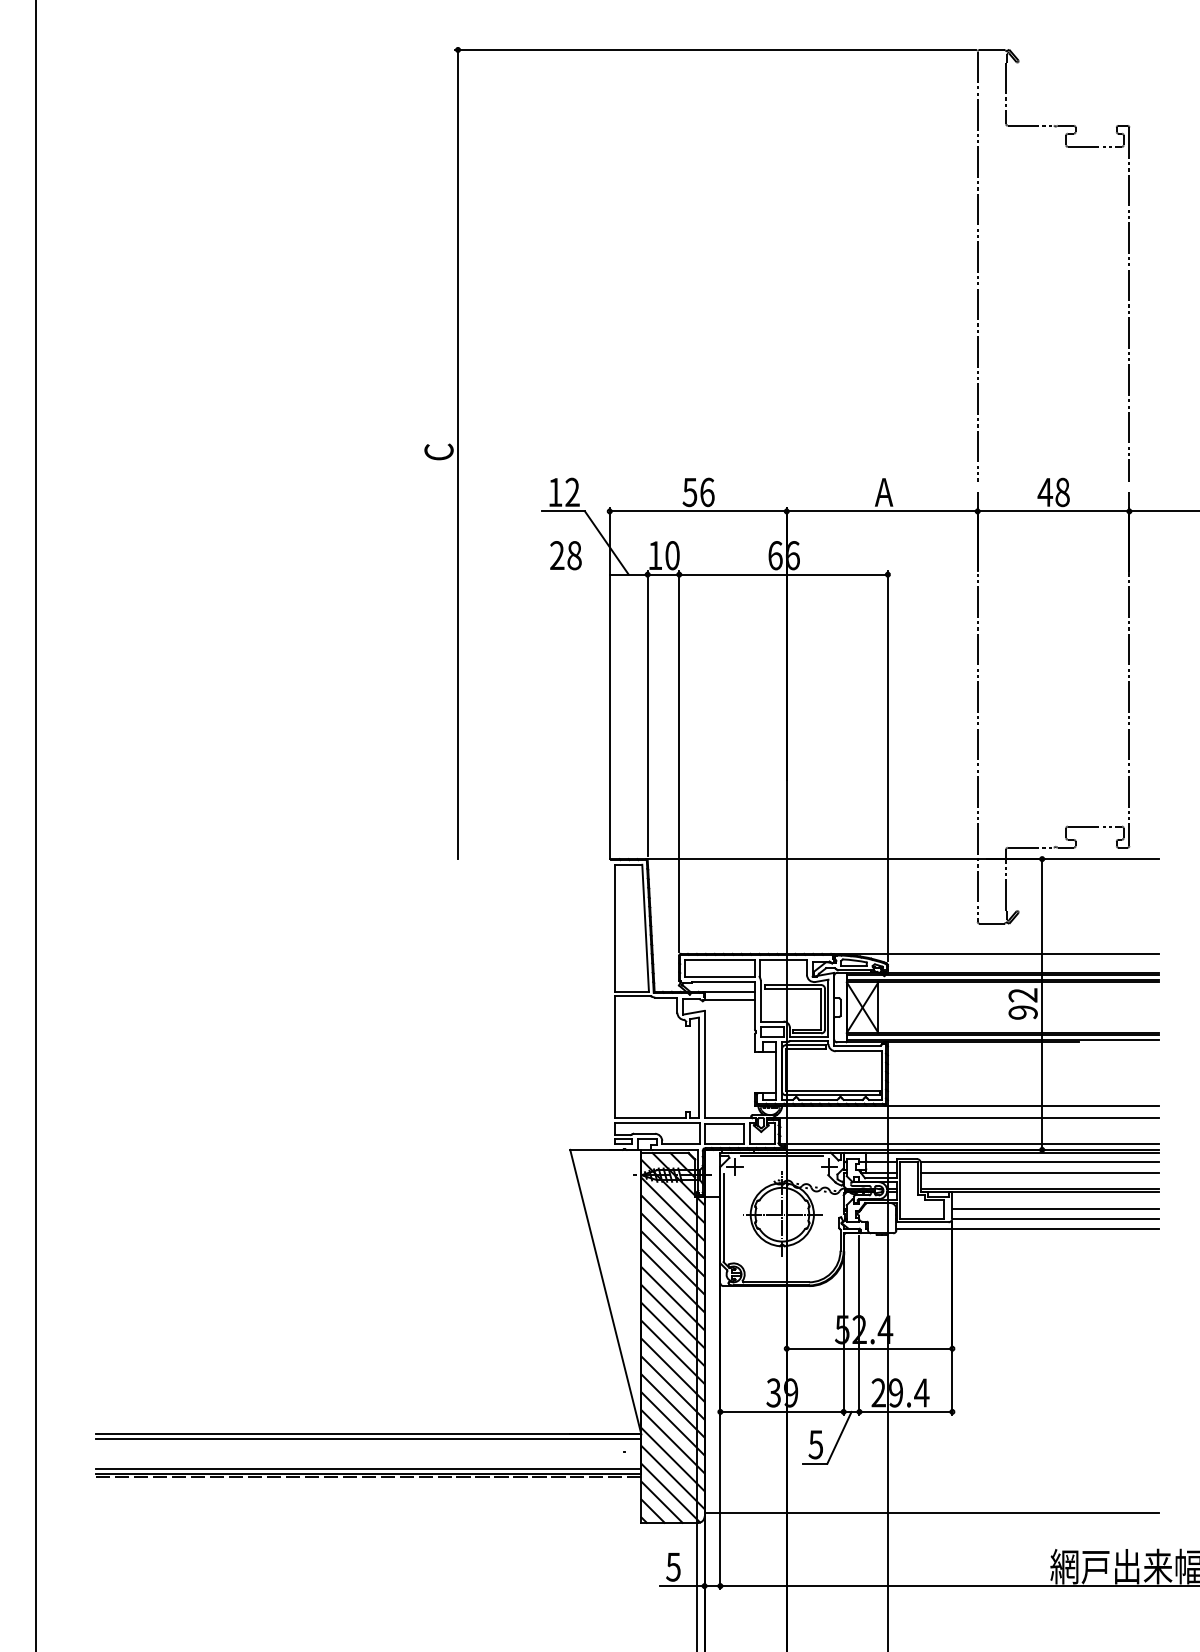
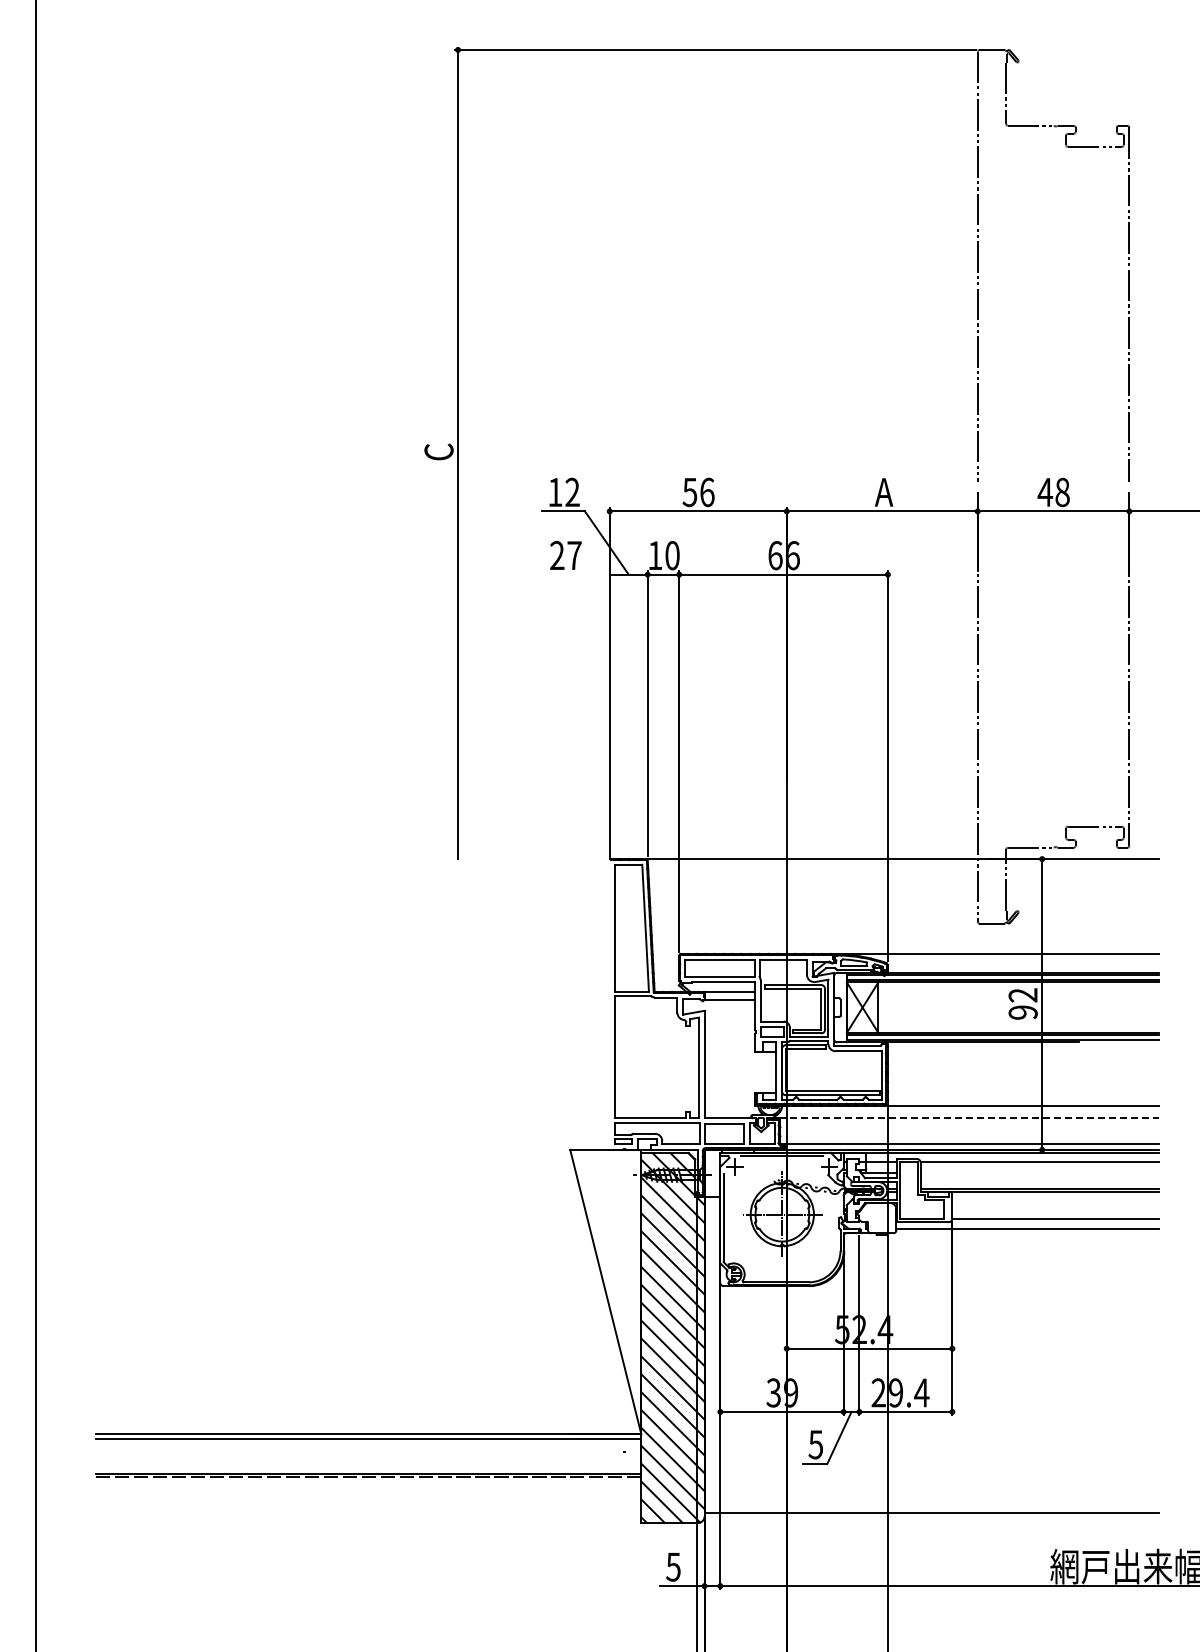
text at (574, 555): 28 -> 27
line at (969, 1118): solid -> dashed
line at (1040, 1172): present -> none
line at (1056, 1208): present -> none
line at (368, 1469): present -> none
